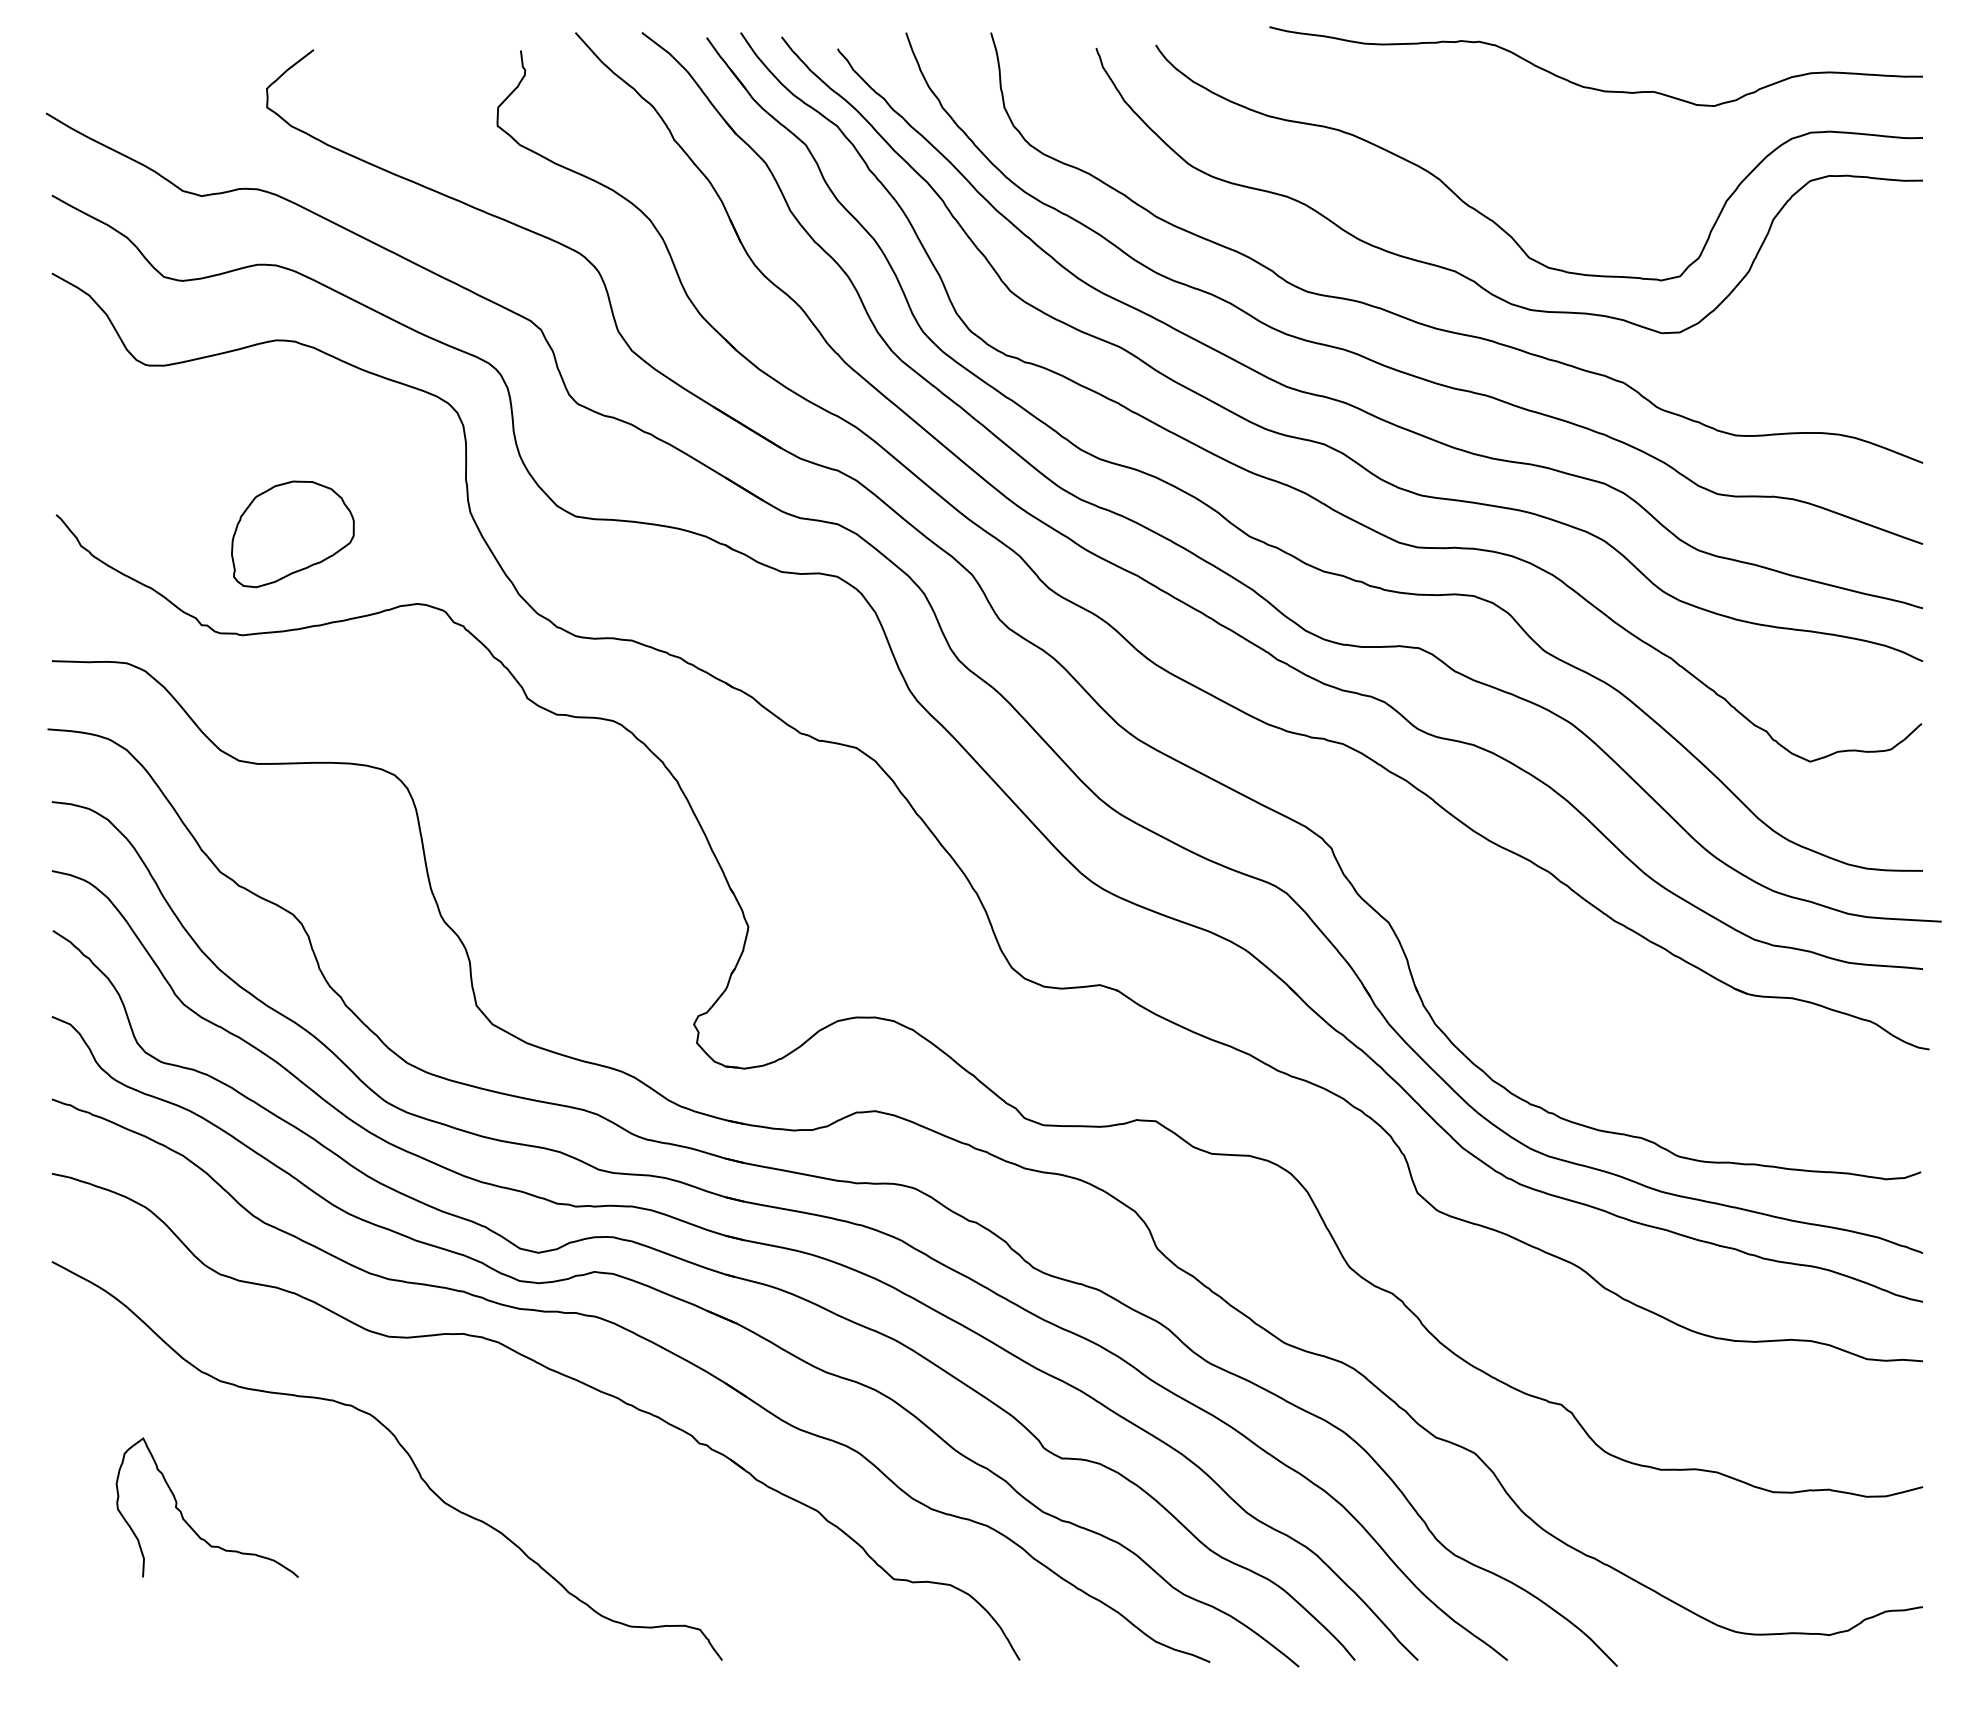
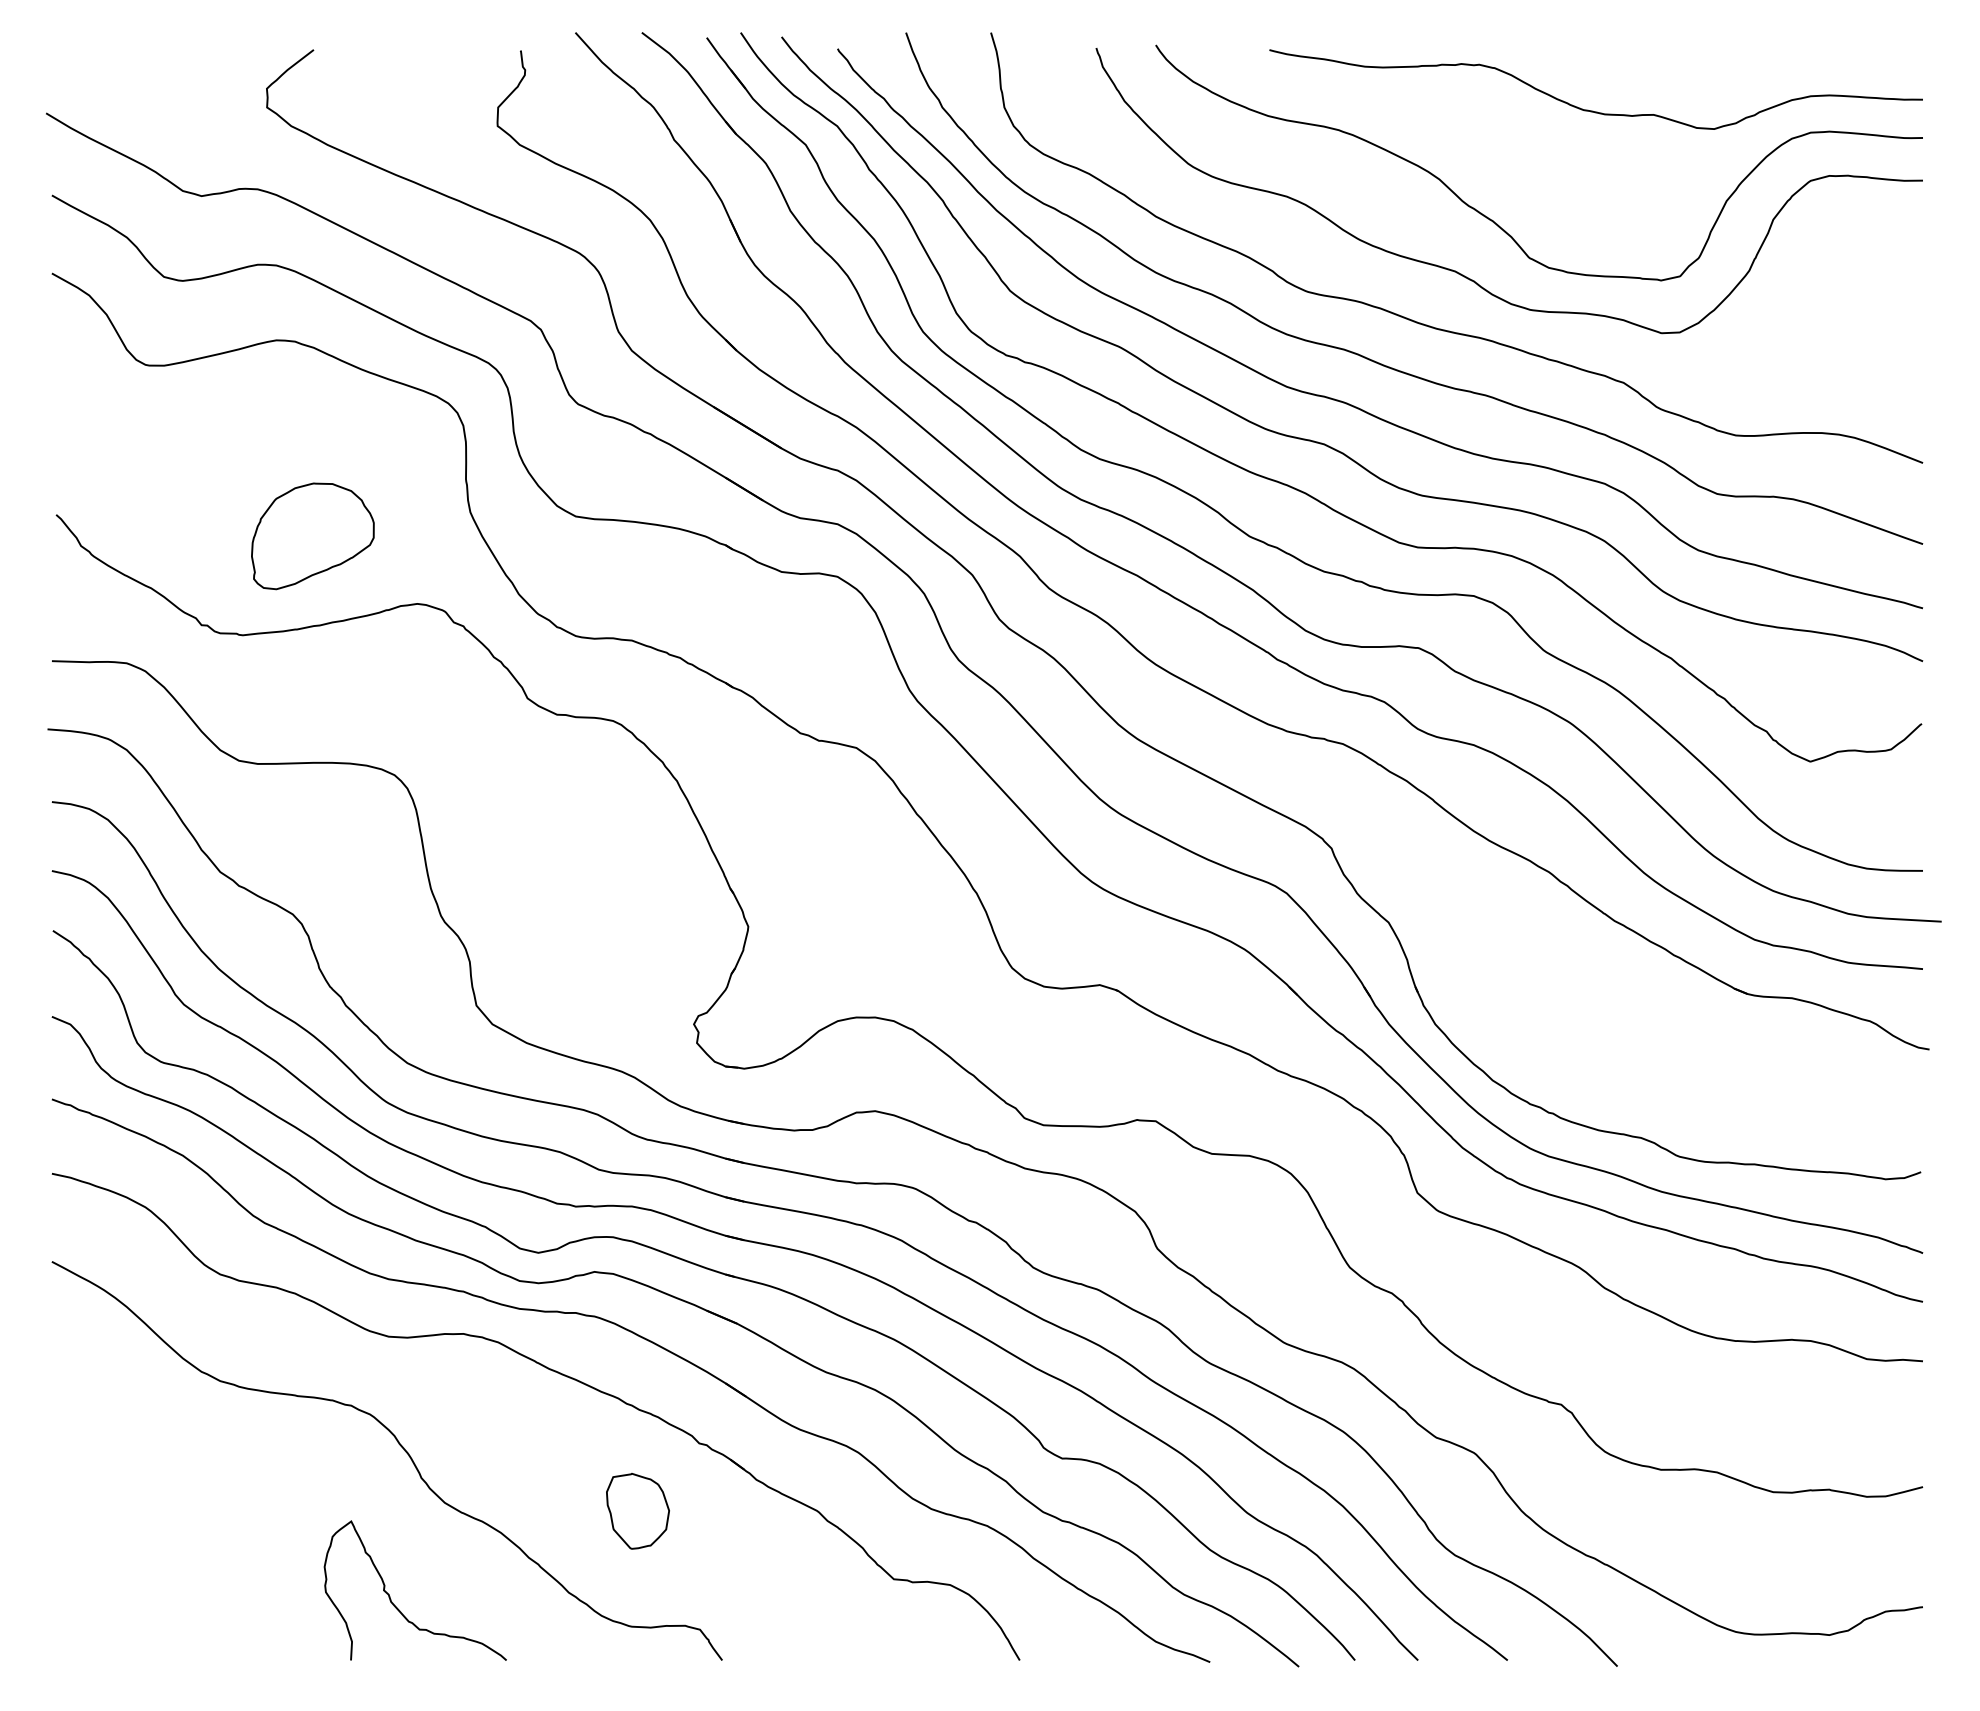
curve at (1588, 86) position: (1588, 86) -> (1588, 109)
part at (292, 534) position: (292, 534) -> (312, 536)
part at (637, 1511): none -> present
curve at (189, 1524) position: (189, 1524) -> (397, 1607)
